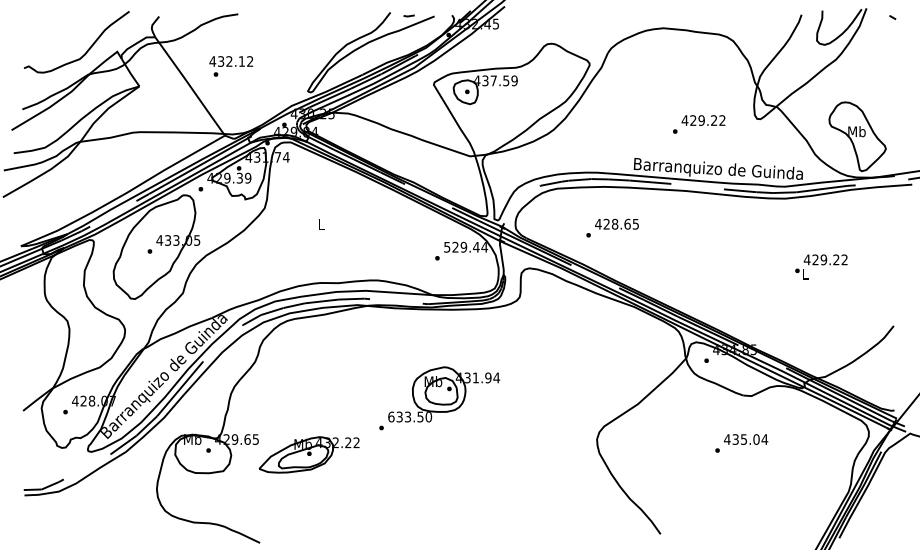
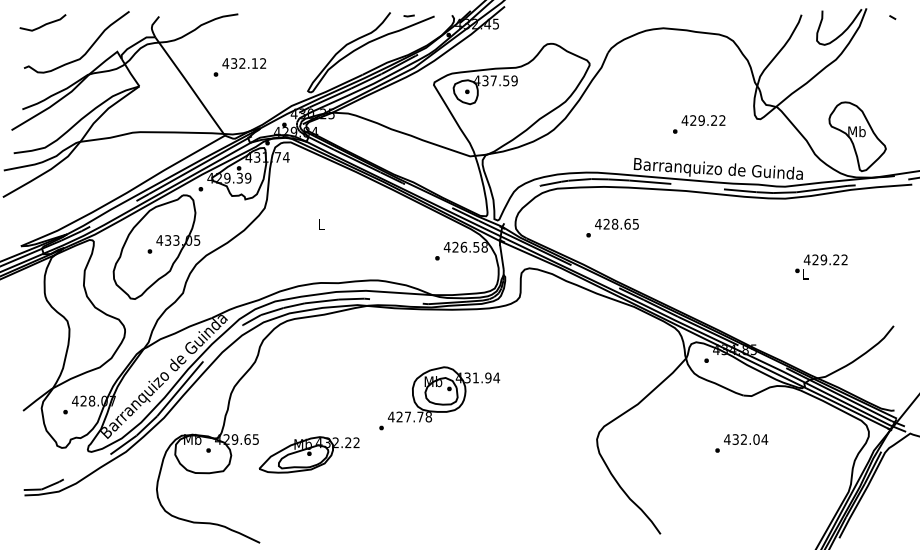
curve at (43, 24): none -> present
text at (231, 61) position: (231, 61) -> (244, 63)
text at (465, 246): 529.44 -> 426.58
text at (409, 416): 633.50 -> 427.78
text at (743, 439): 435.04 -> 432.04
